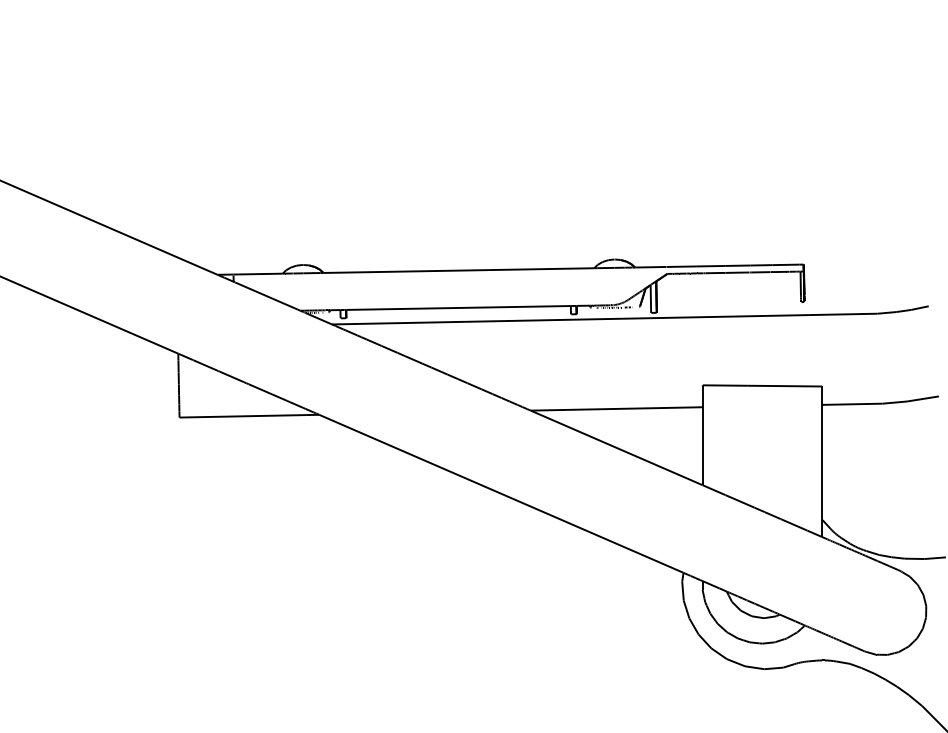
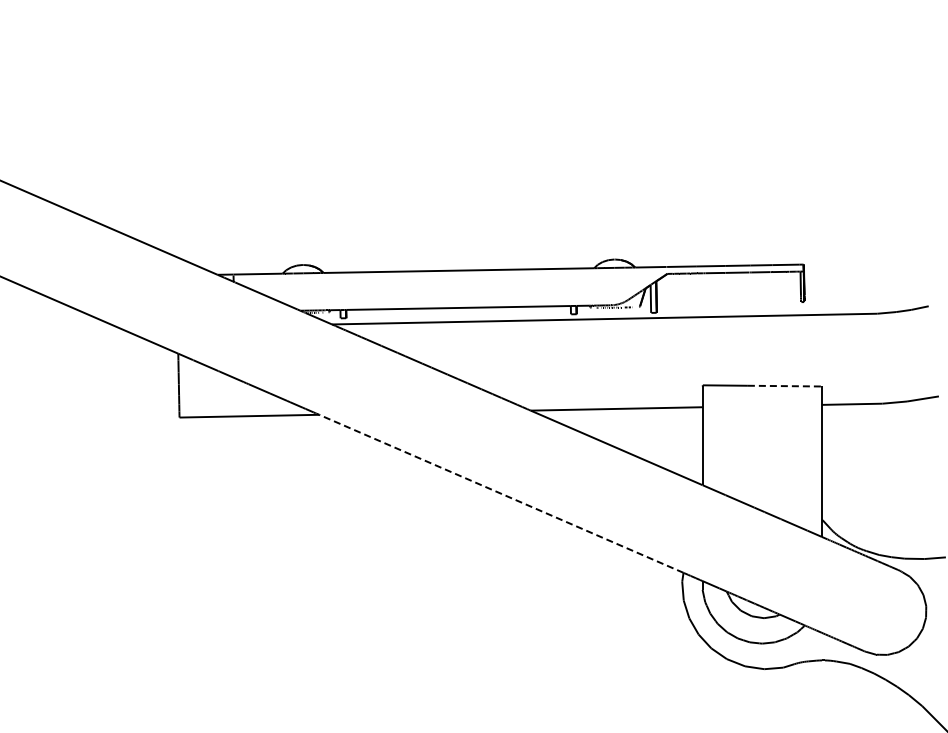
line at (785, 386): solid -> dashed
line at (501, 493): solid -> dashed
